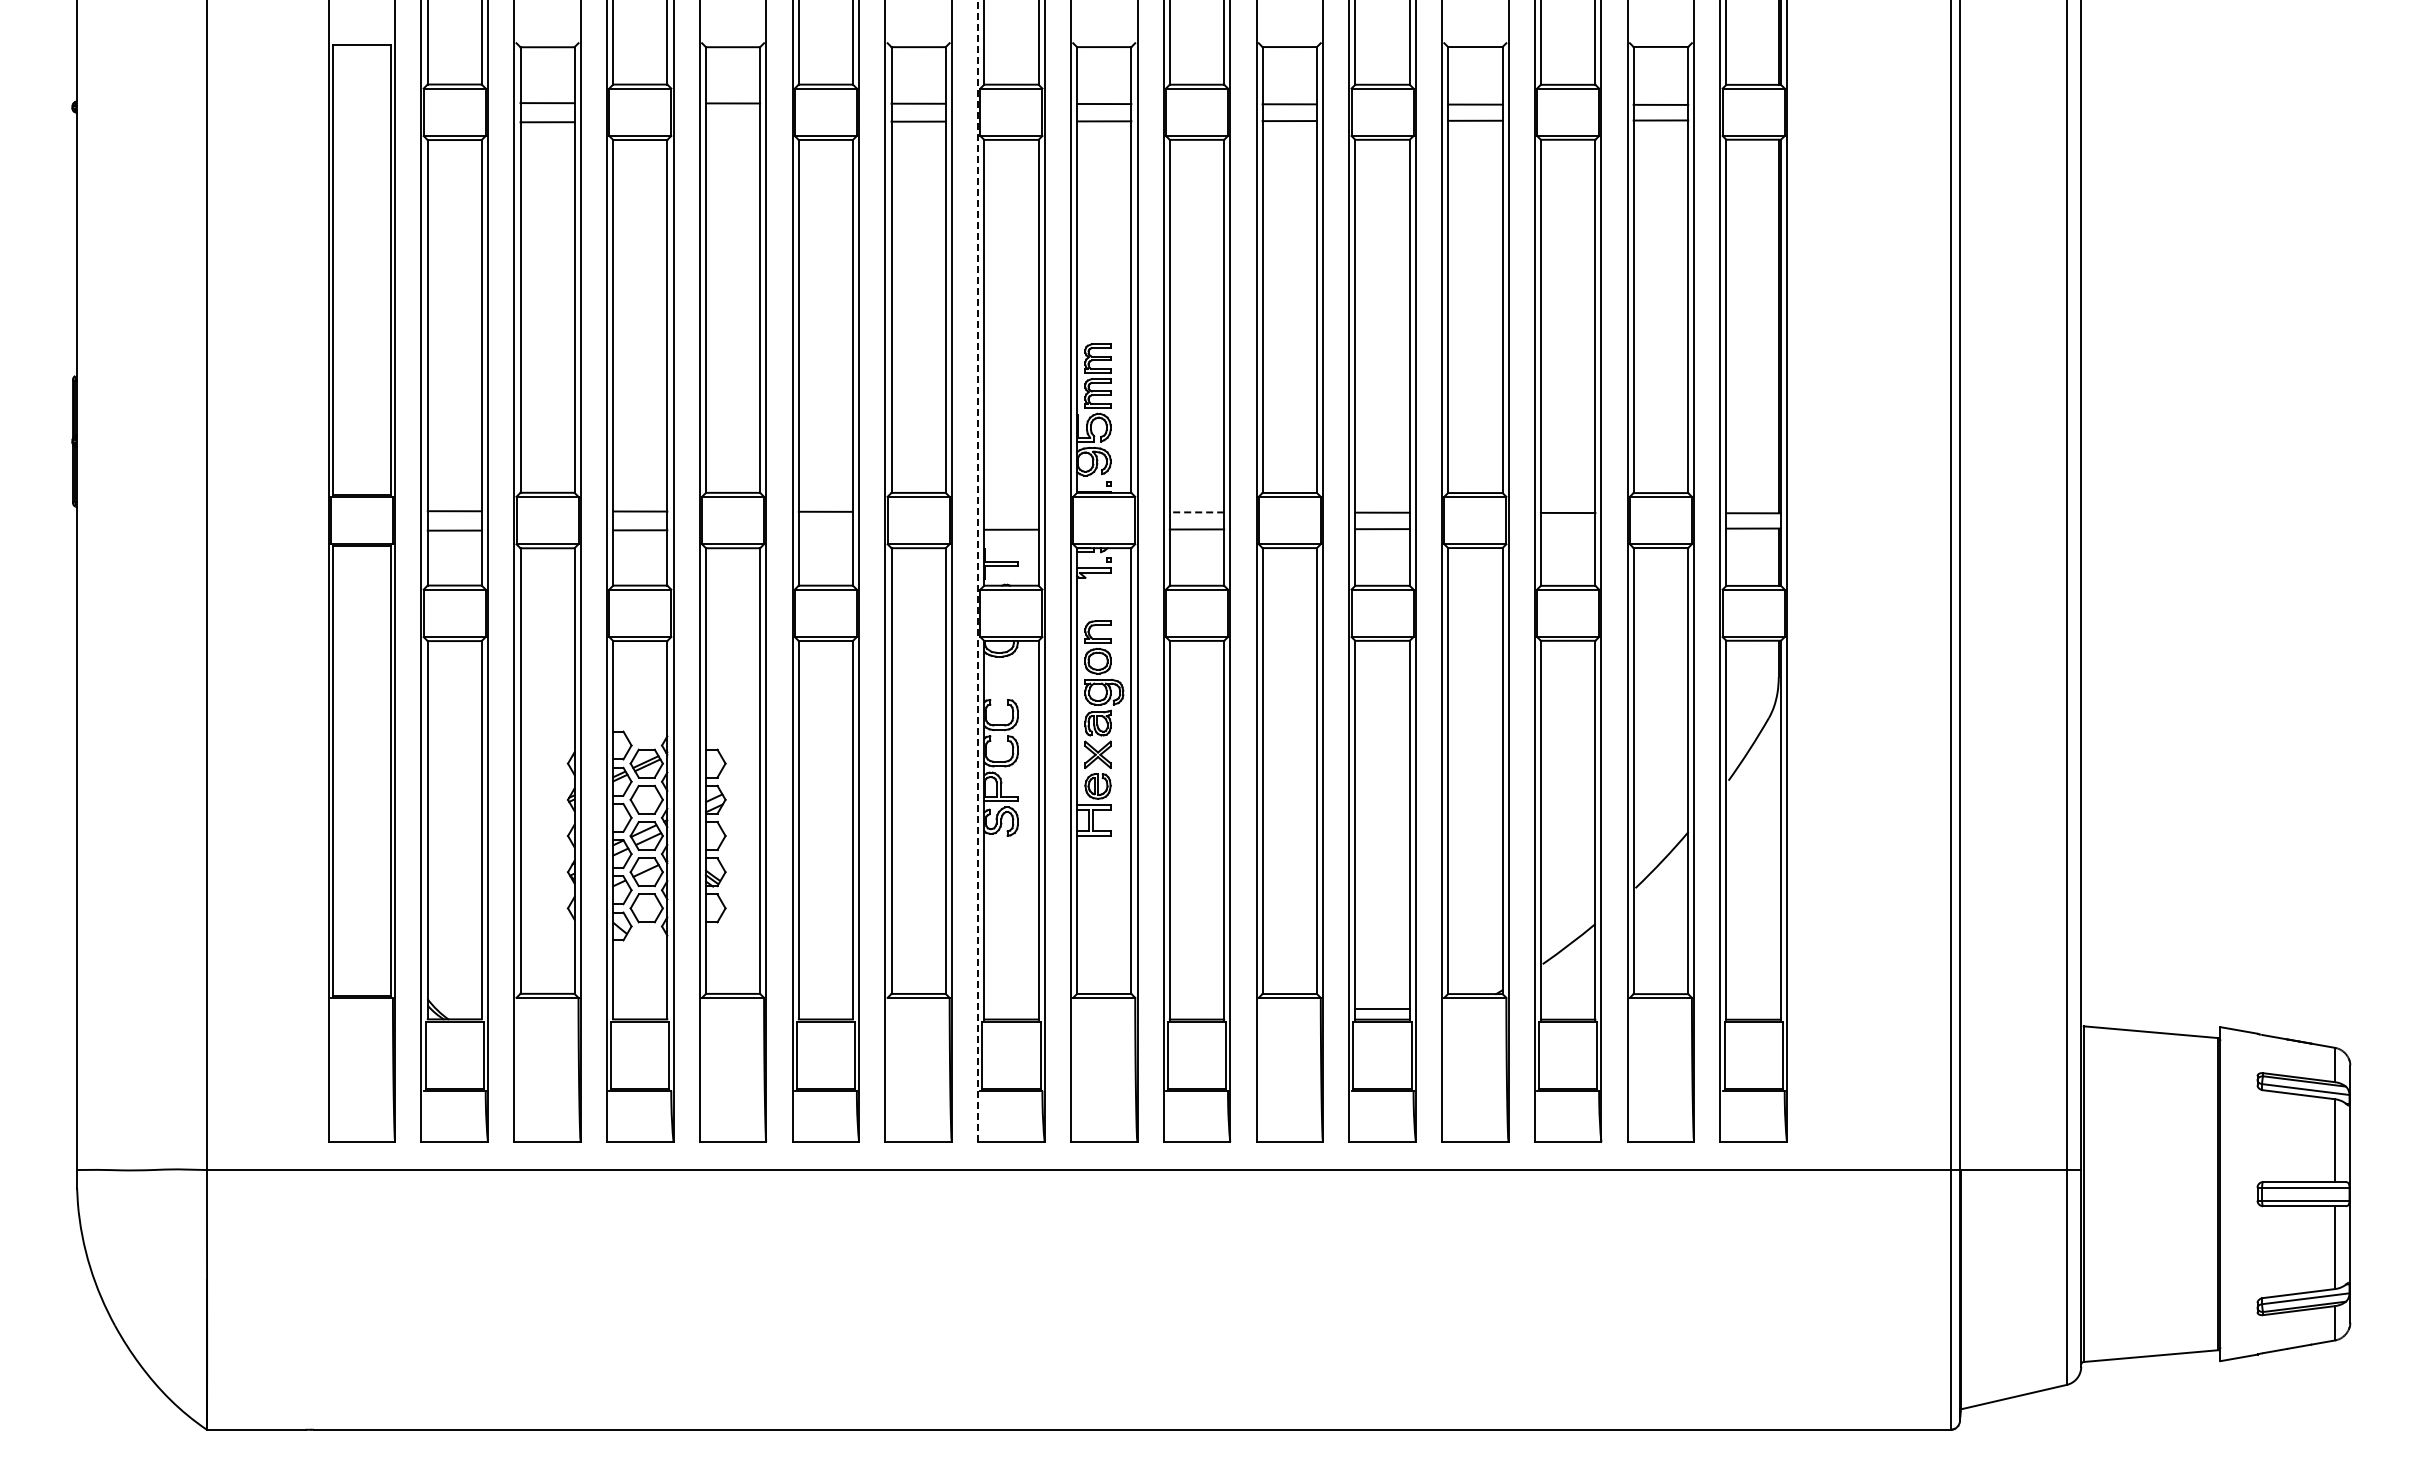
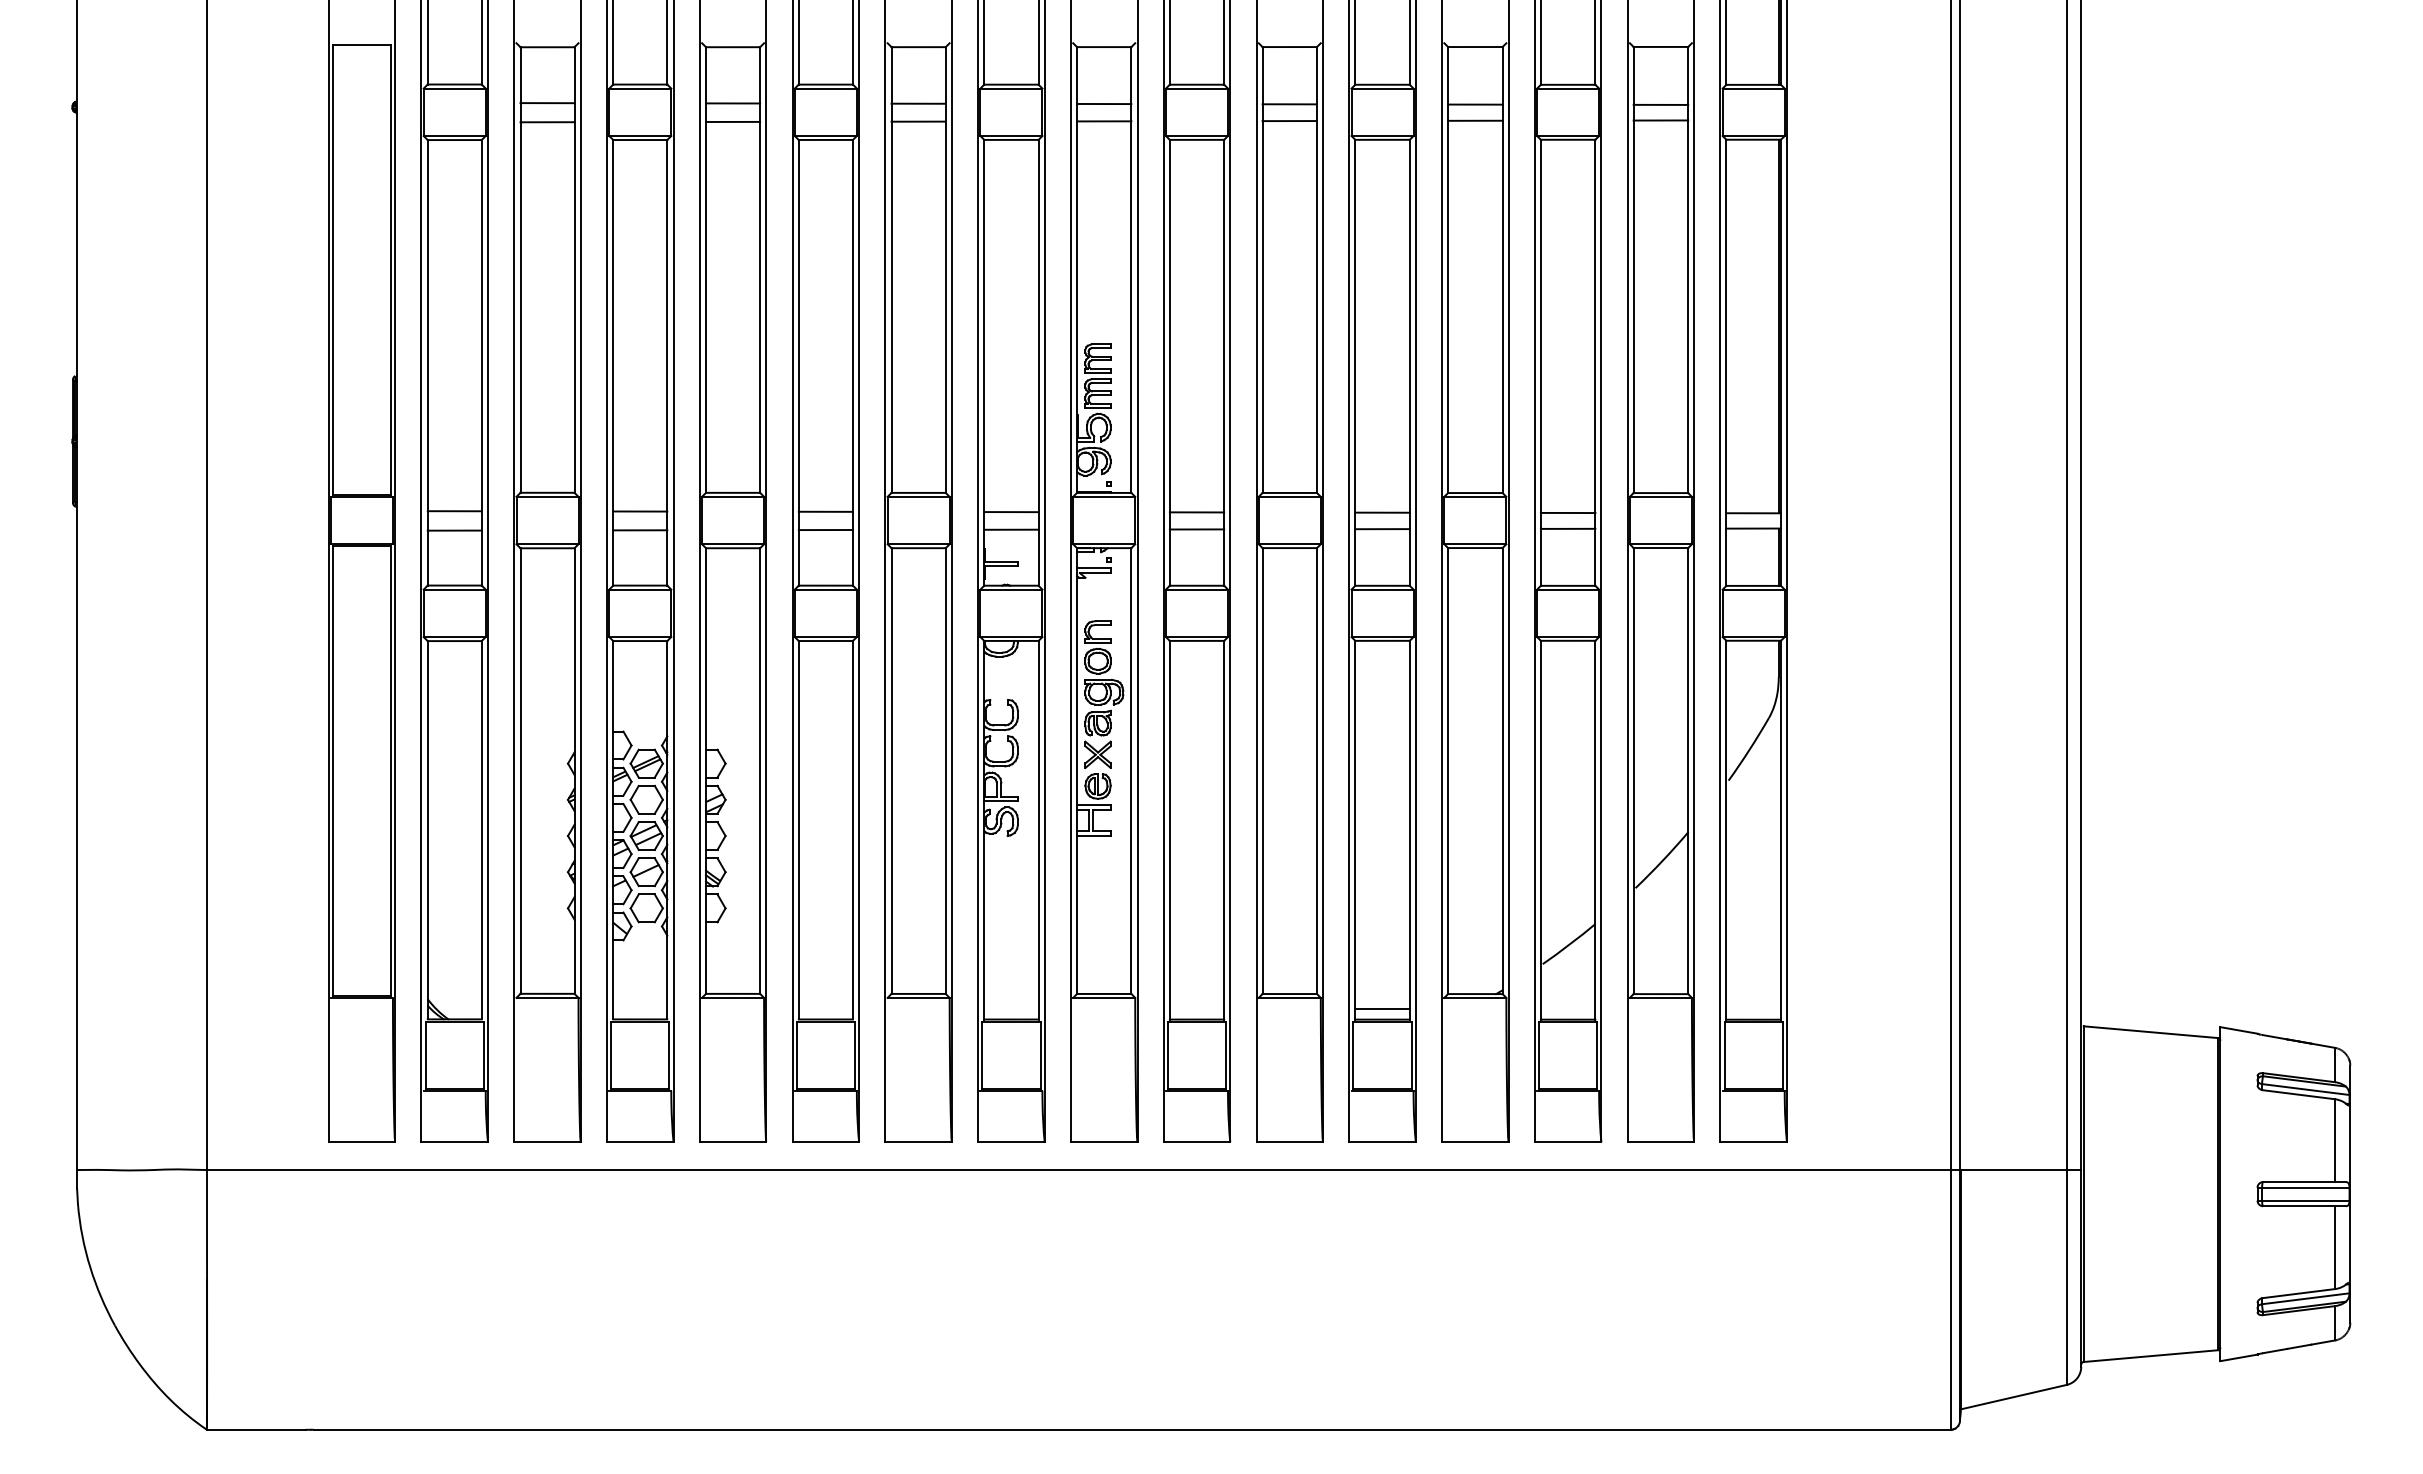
line at (733, 121): none -> present
line at (1011, 512): none -> present
line at (1196, 512): dashed -> solid
line at (1567, 528): none -> present
line at (825, 530): none -> present
line at (978, 571): dashed -> solid
